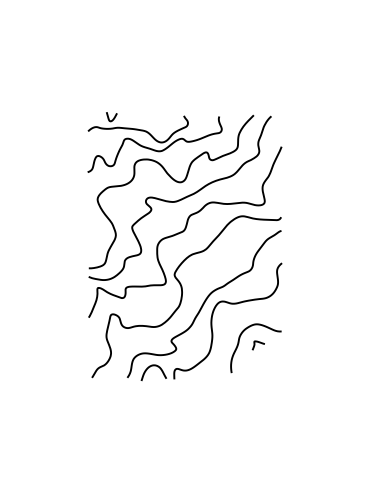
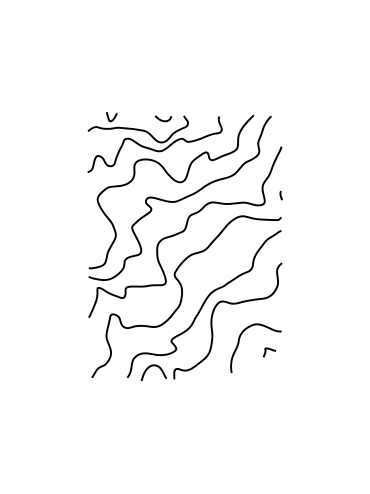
curve at (163, 120): none -> present
curve at (280, 195): none -> present
curve at (255, 345) position: (255, 345) -> (266, 352)
